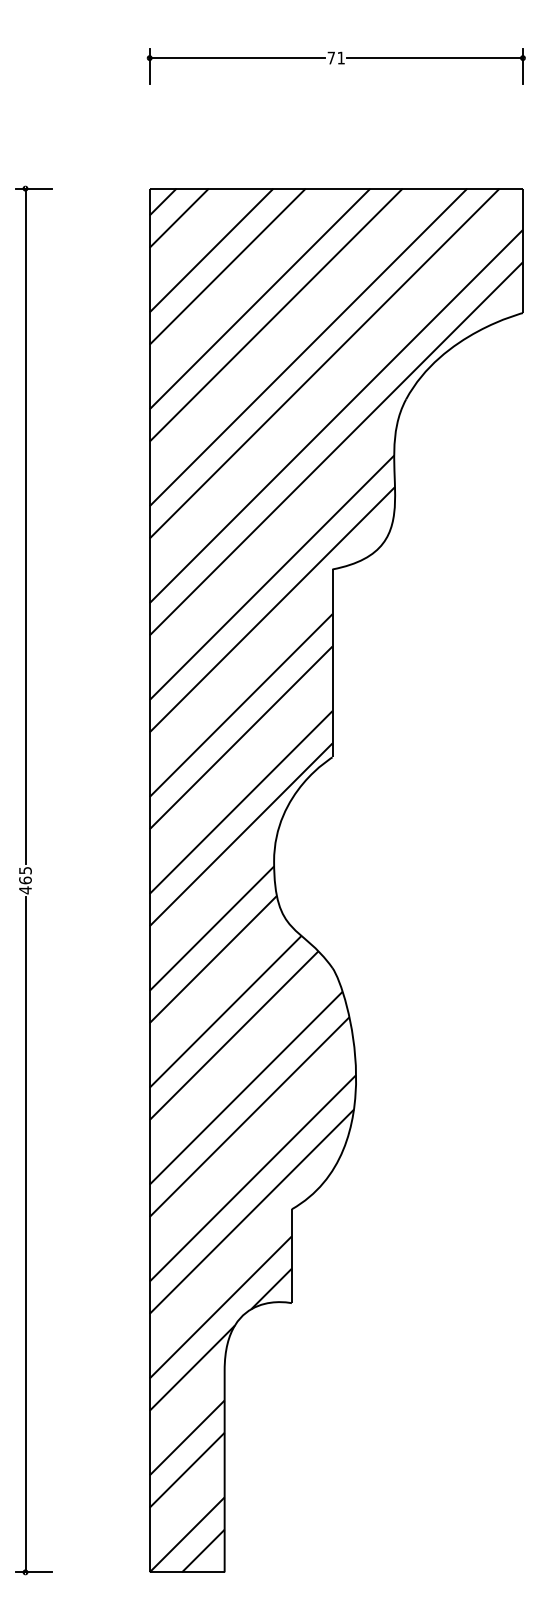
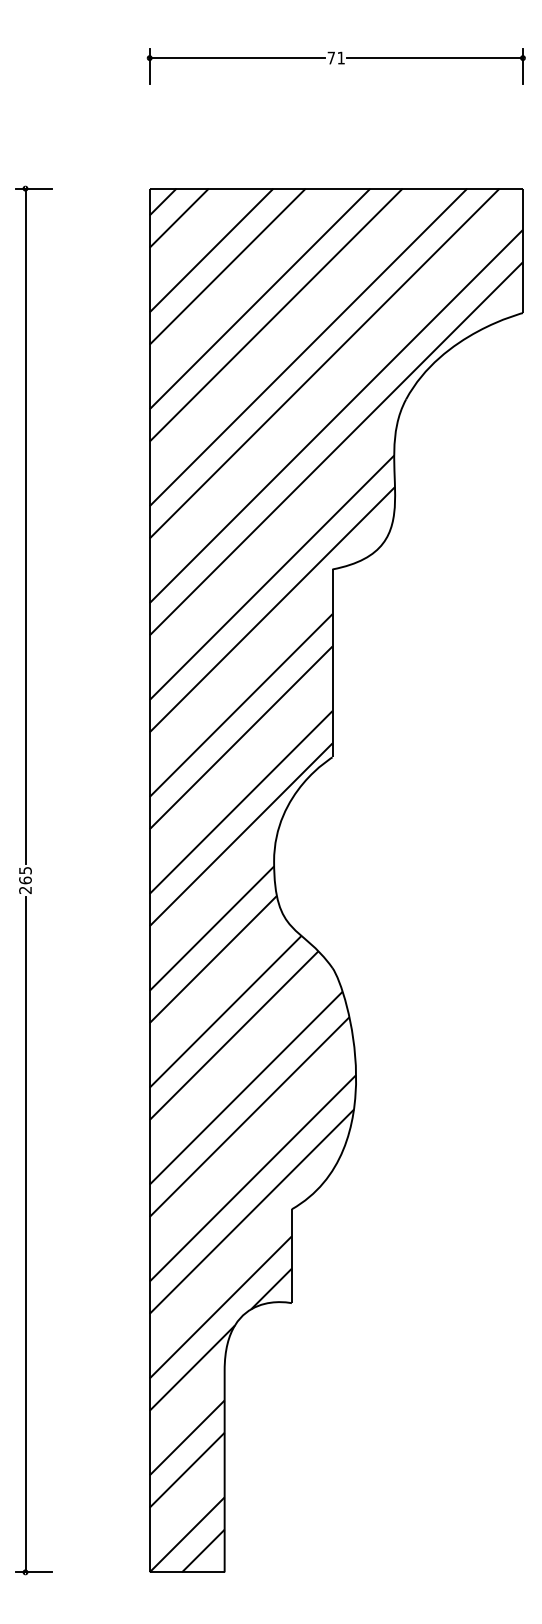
text at (25, 890): 465 -> 265
